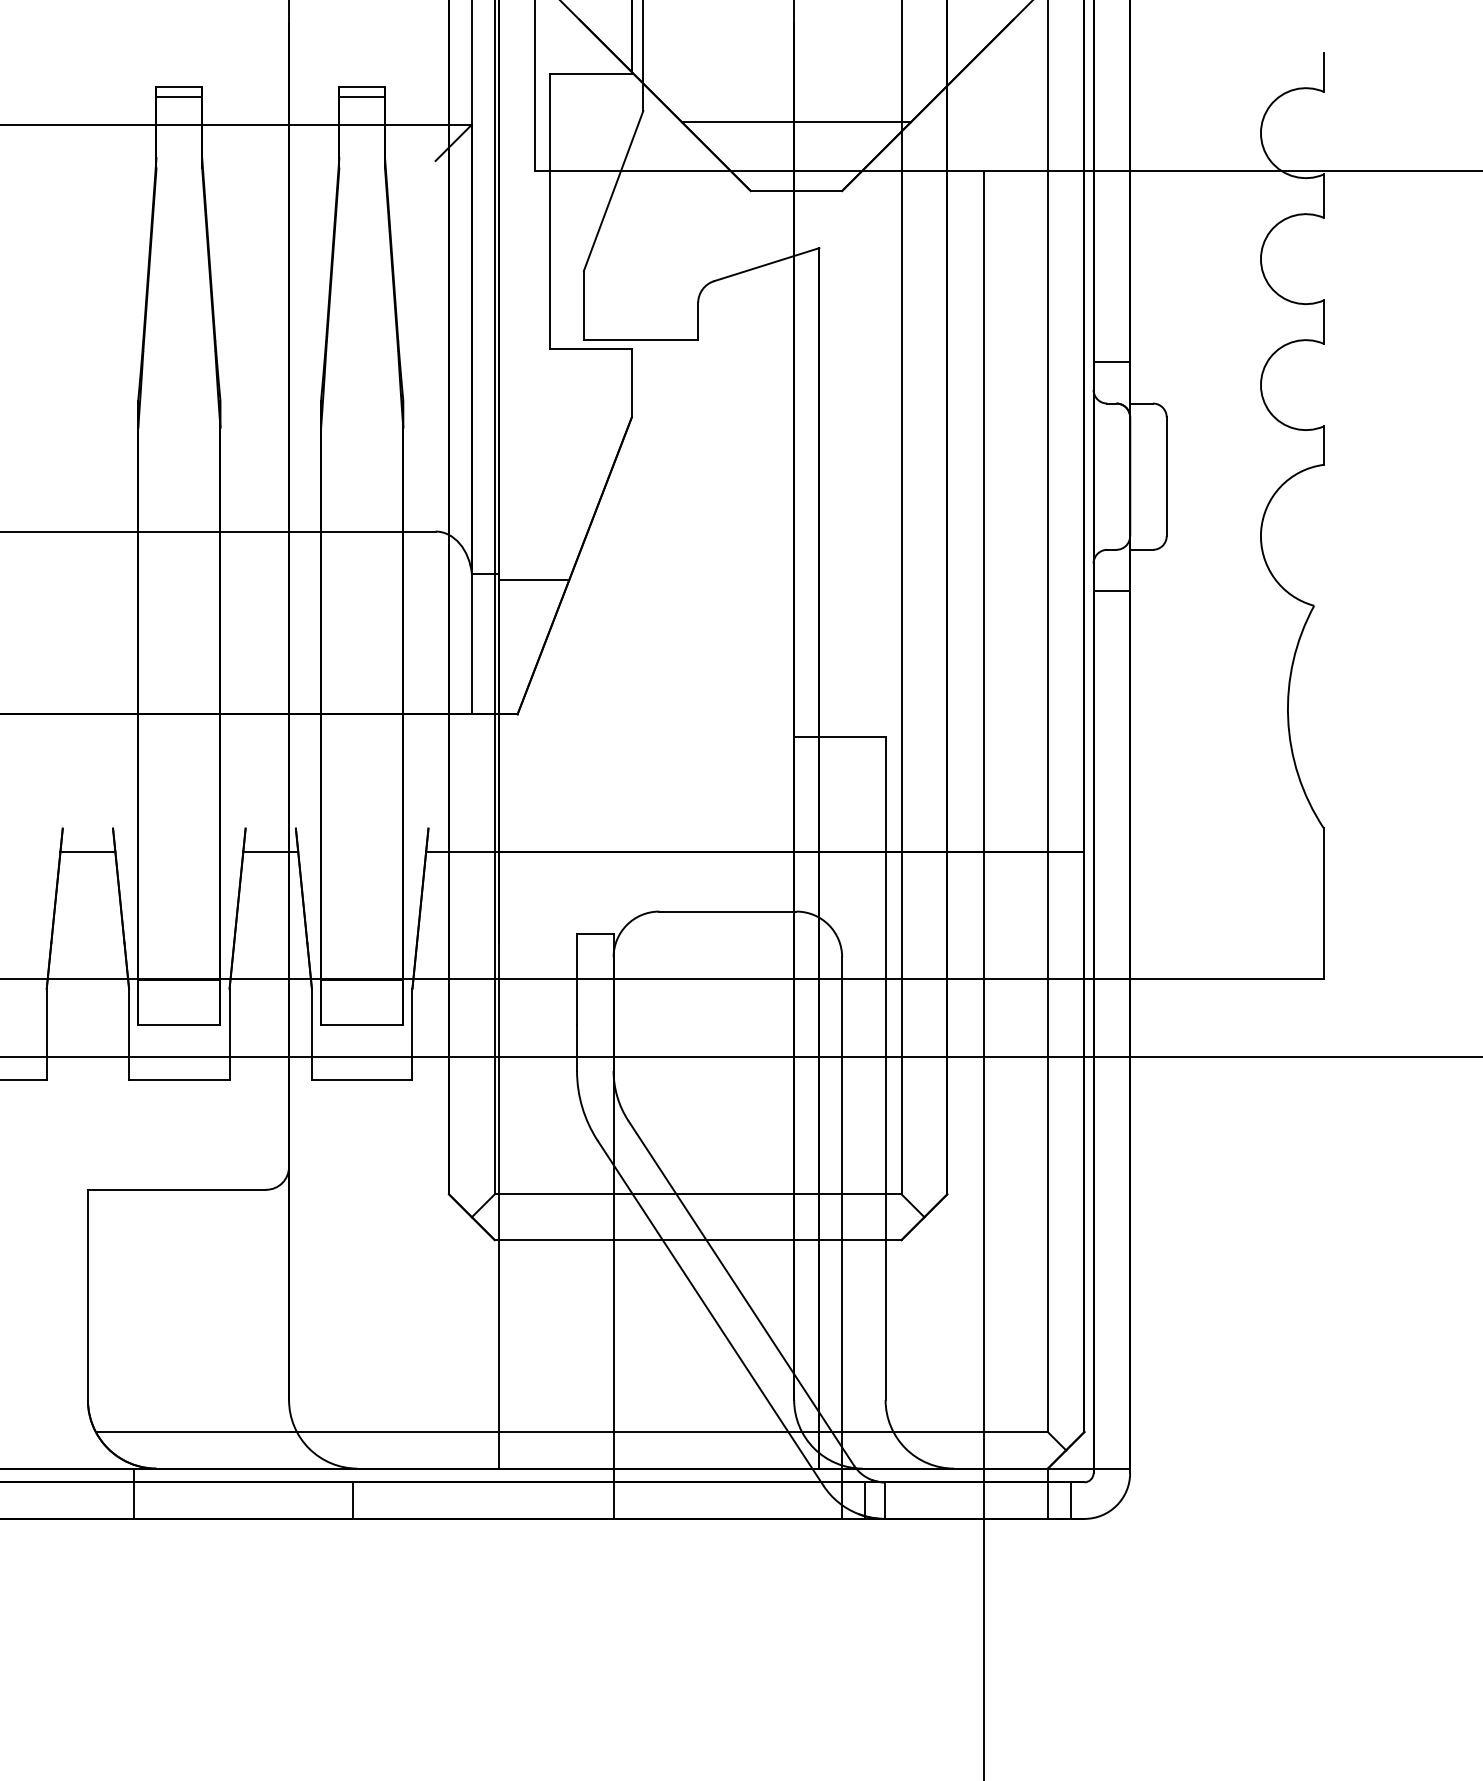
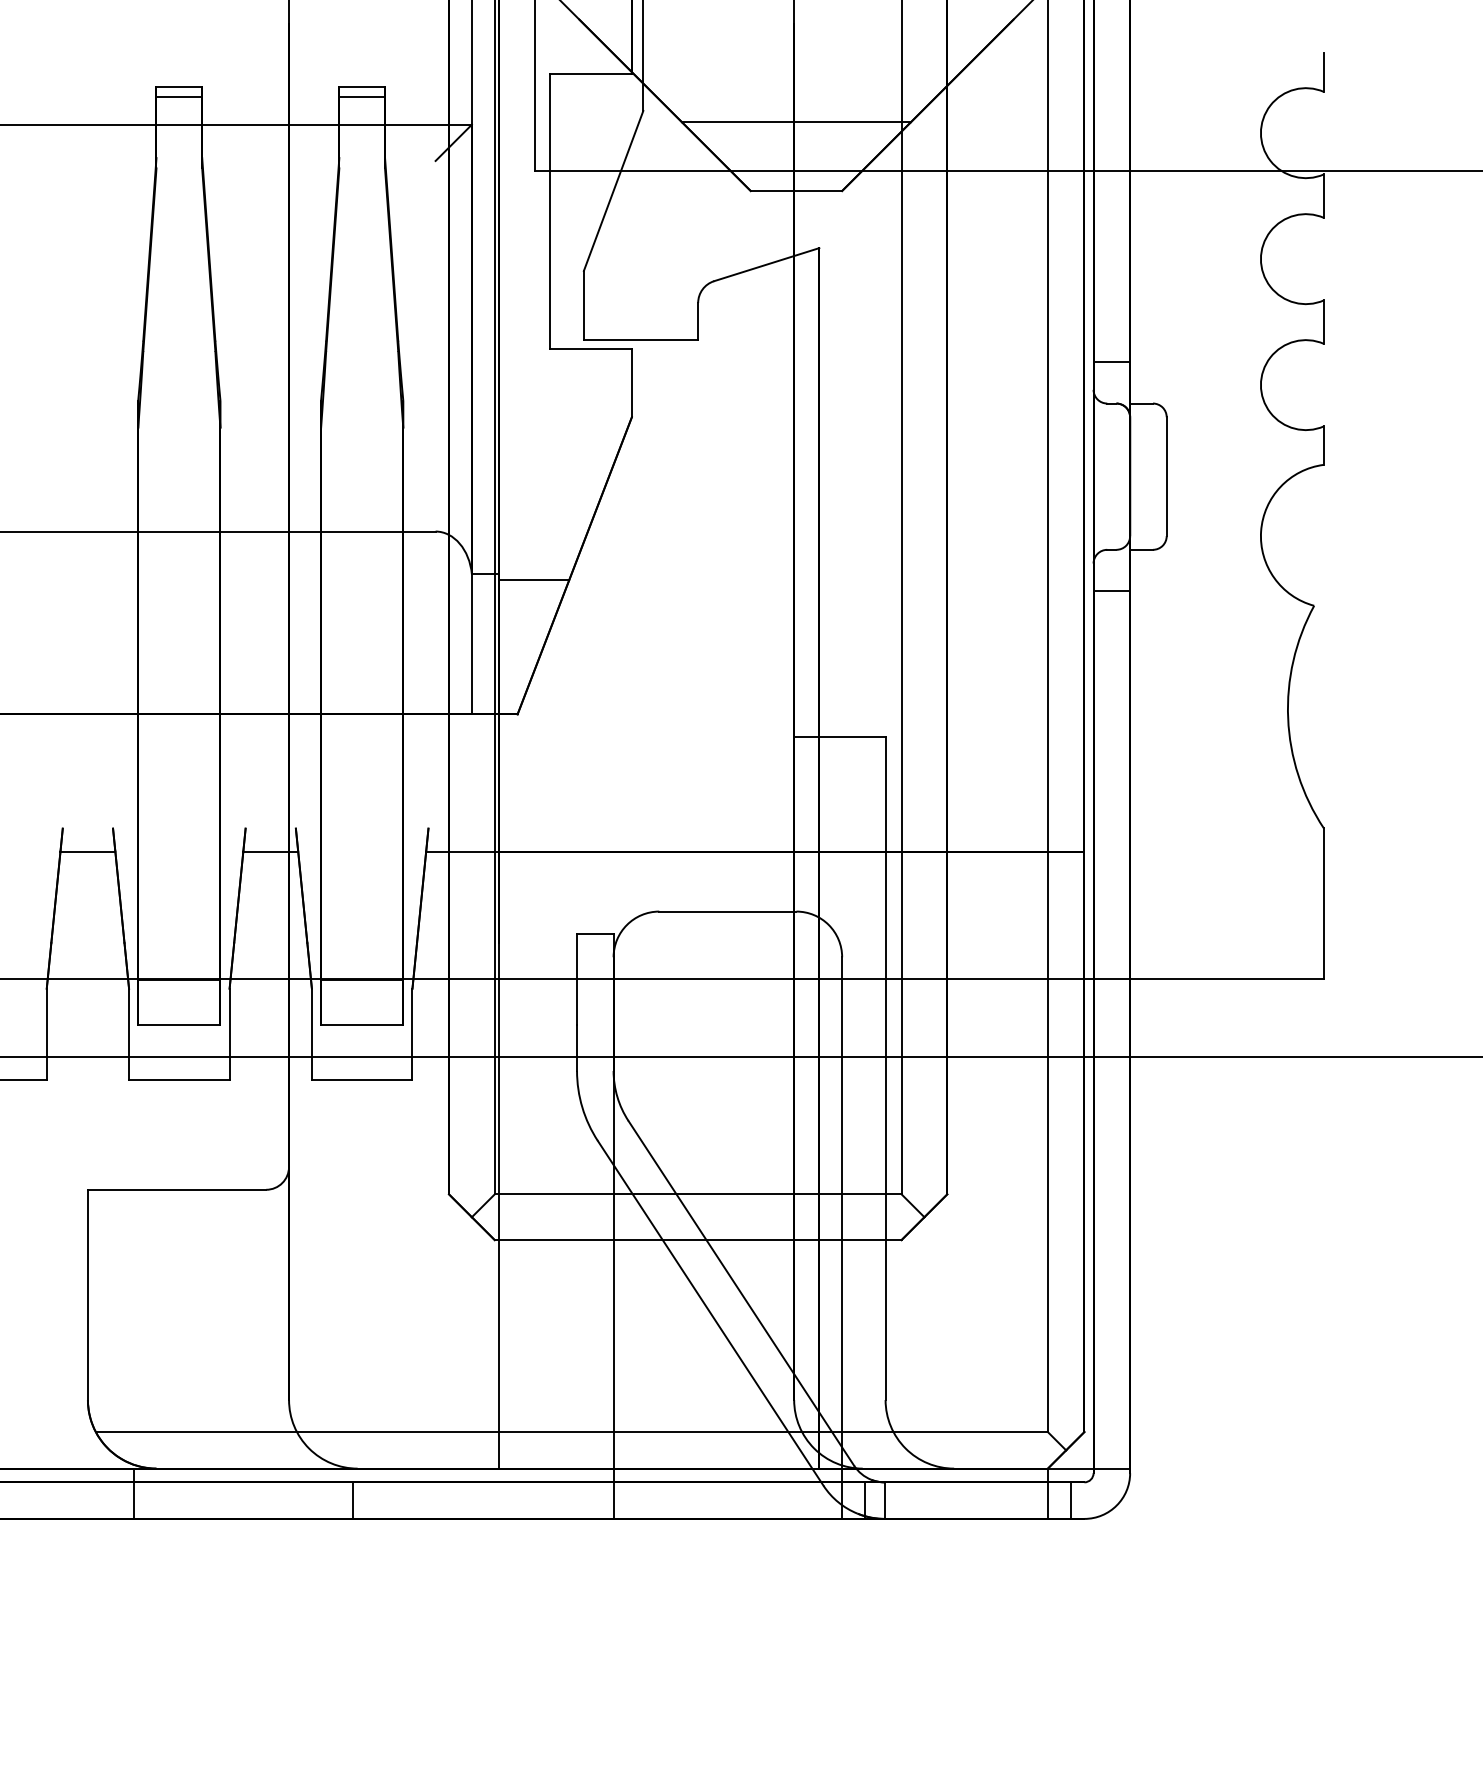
line at (984, 973): present -> none
